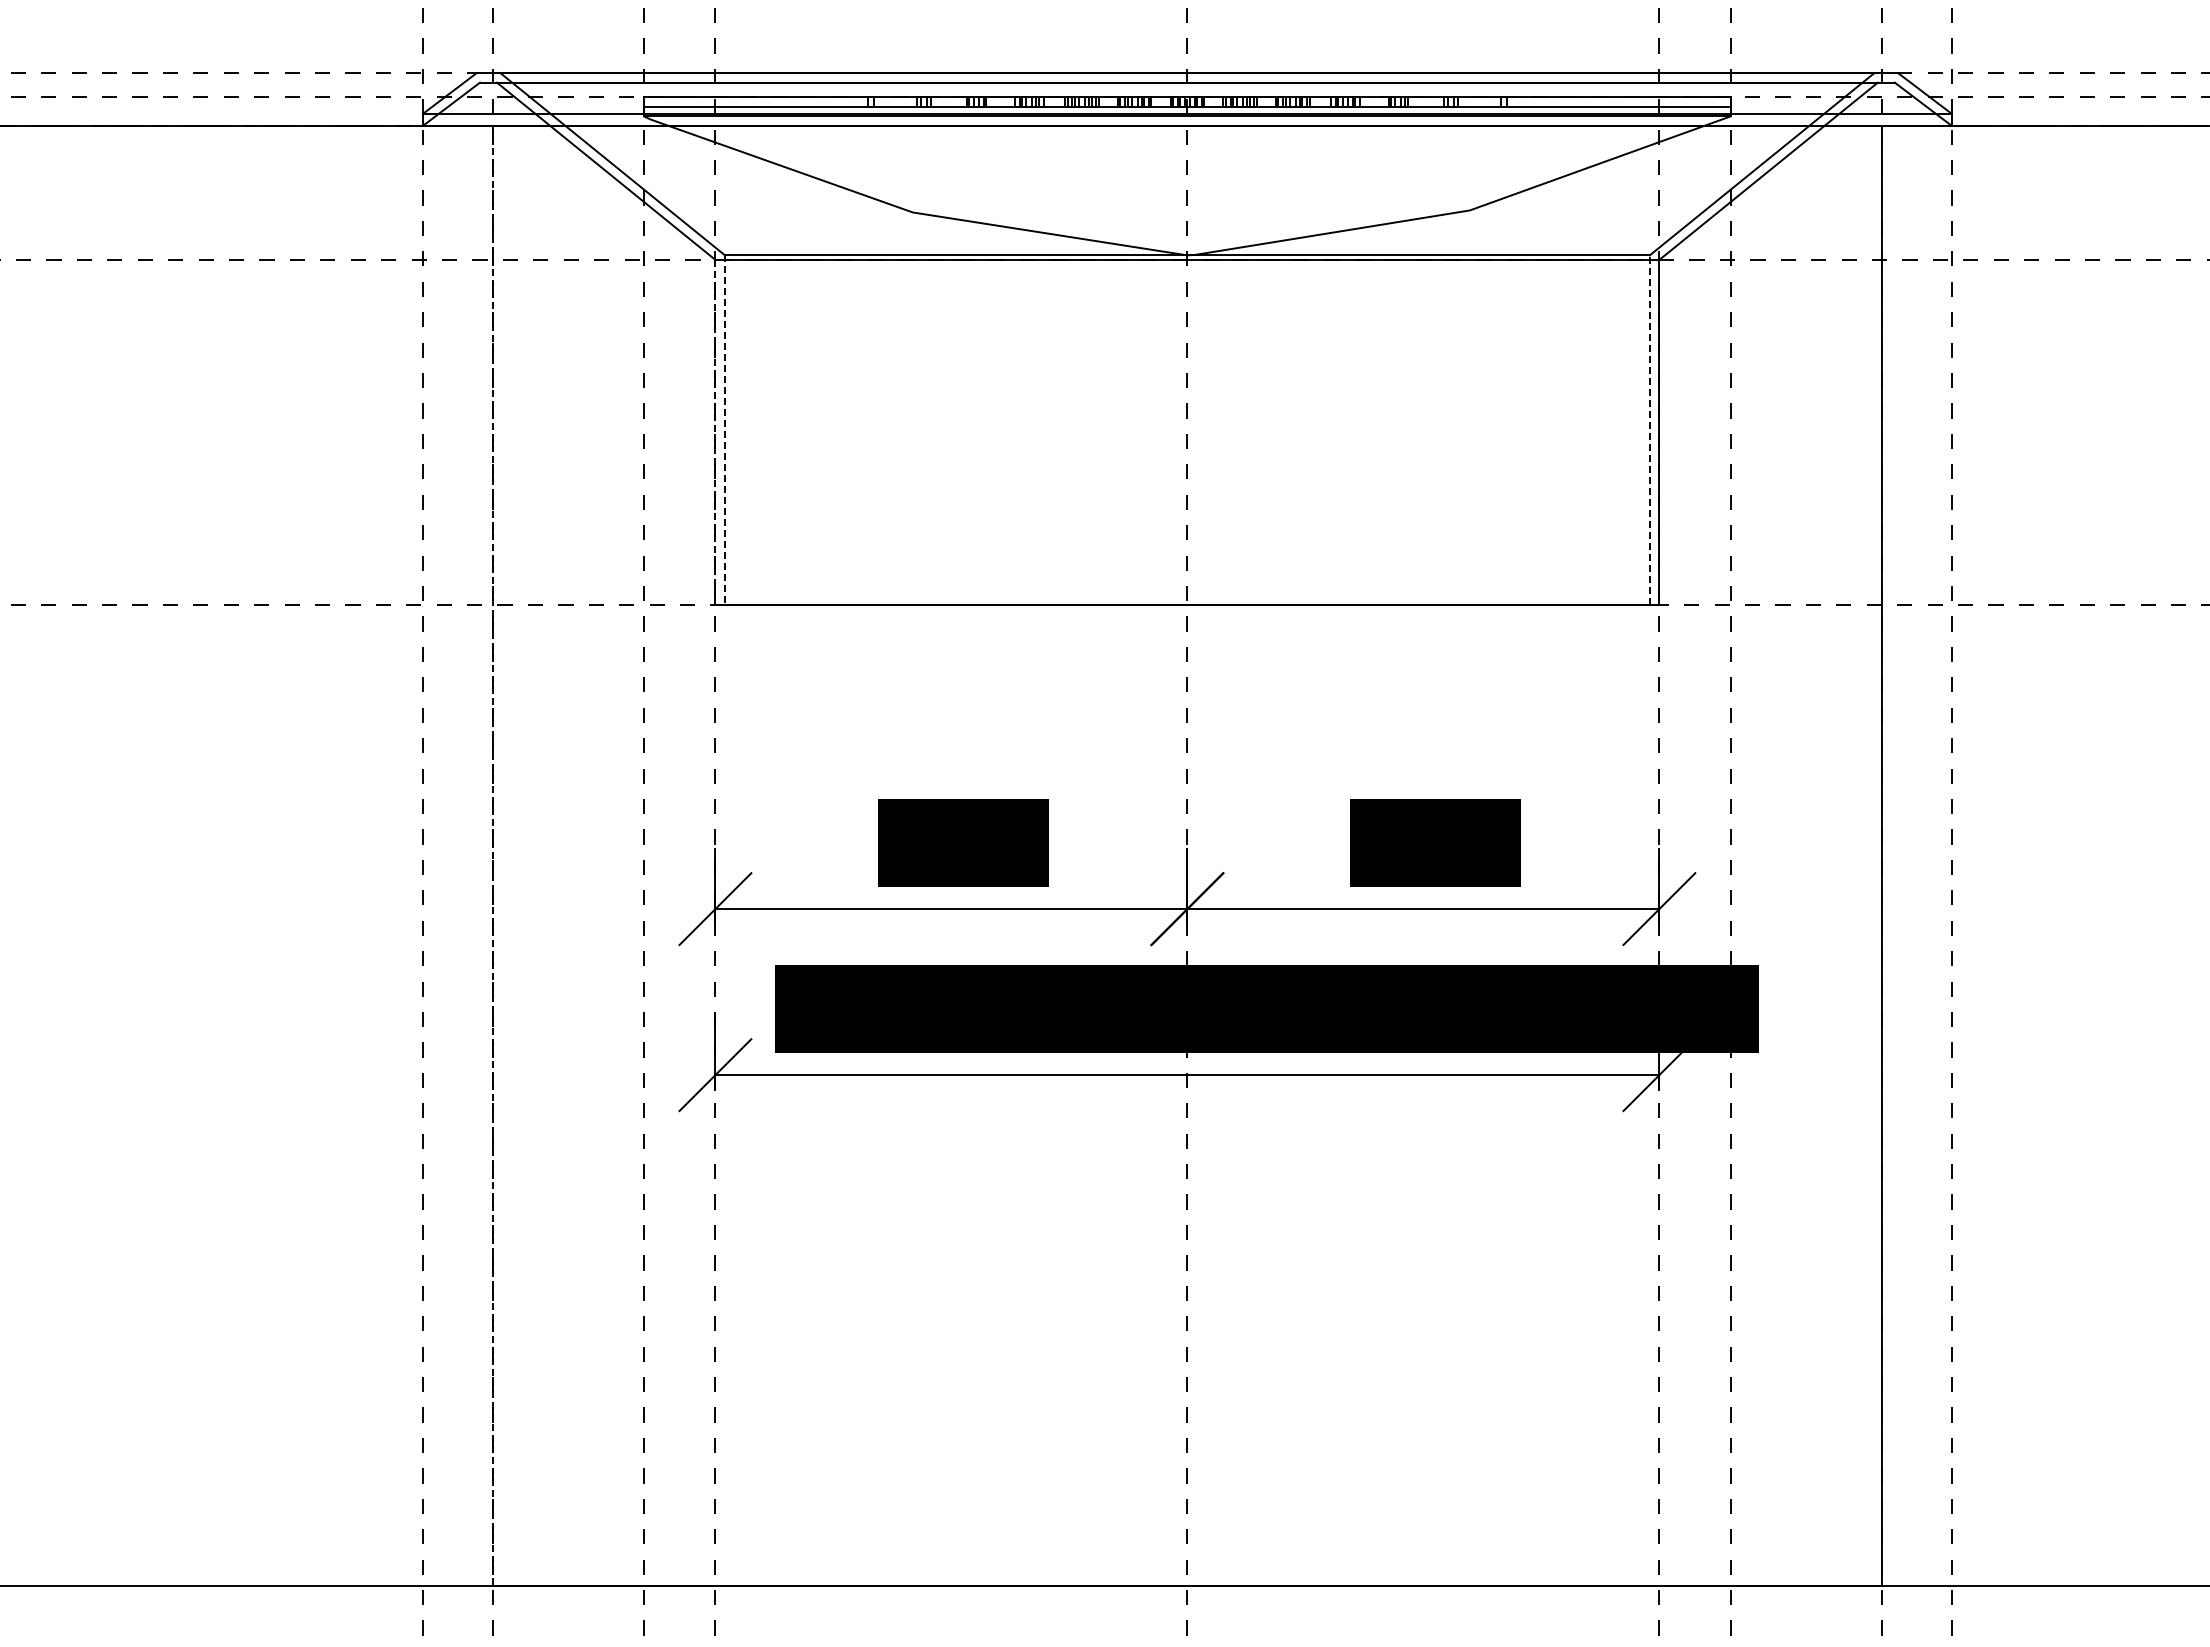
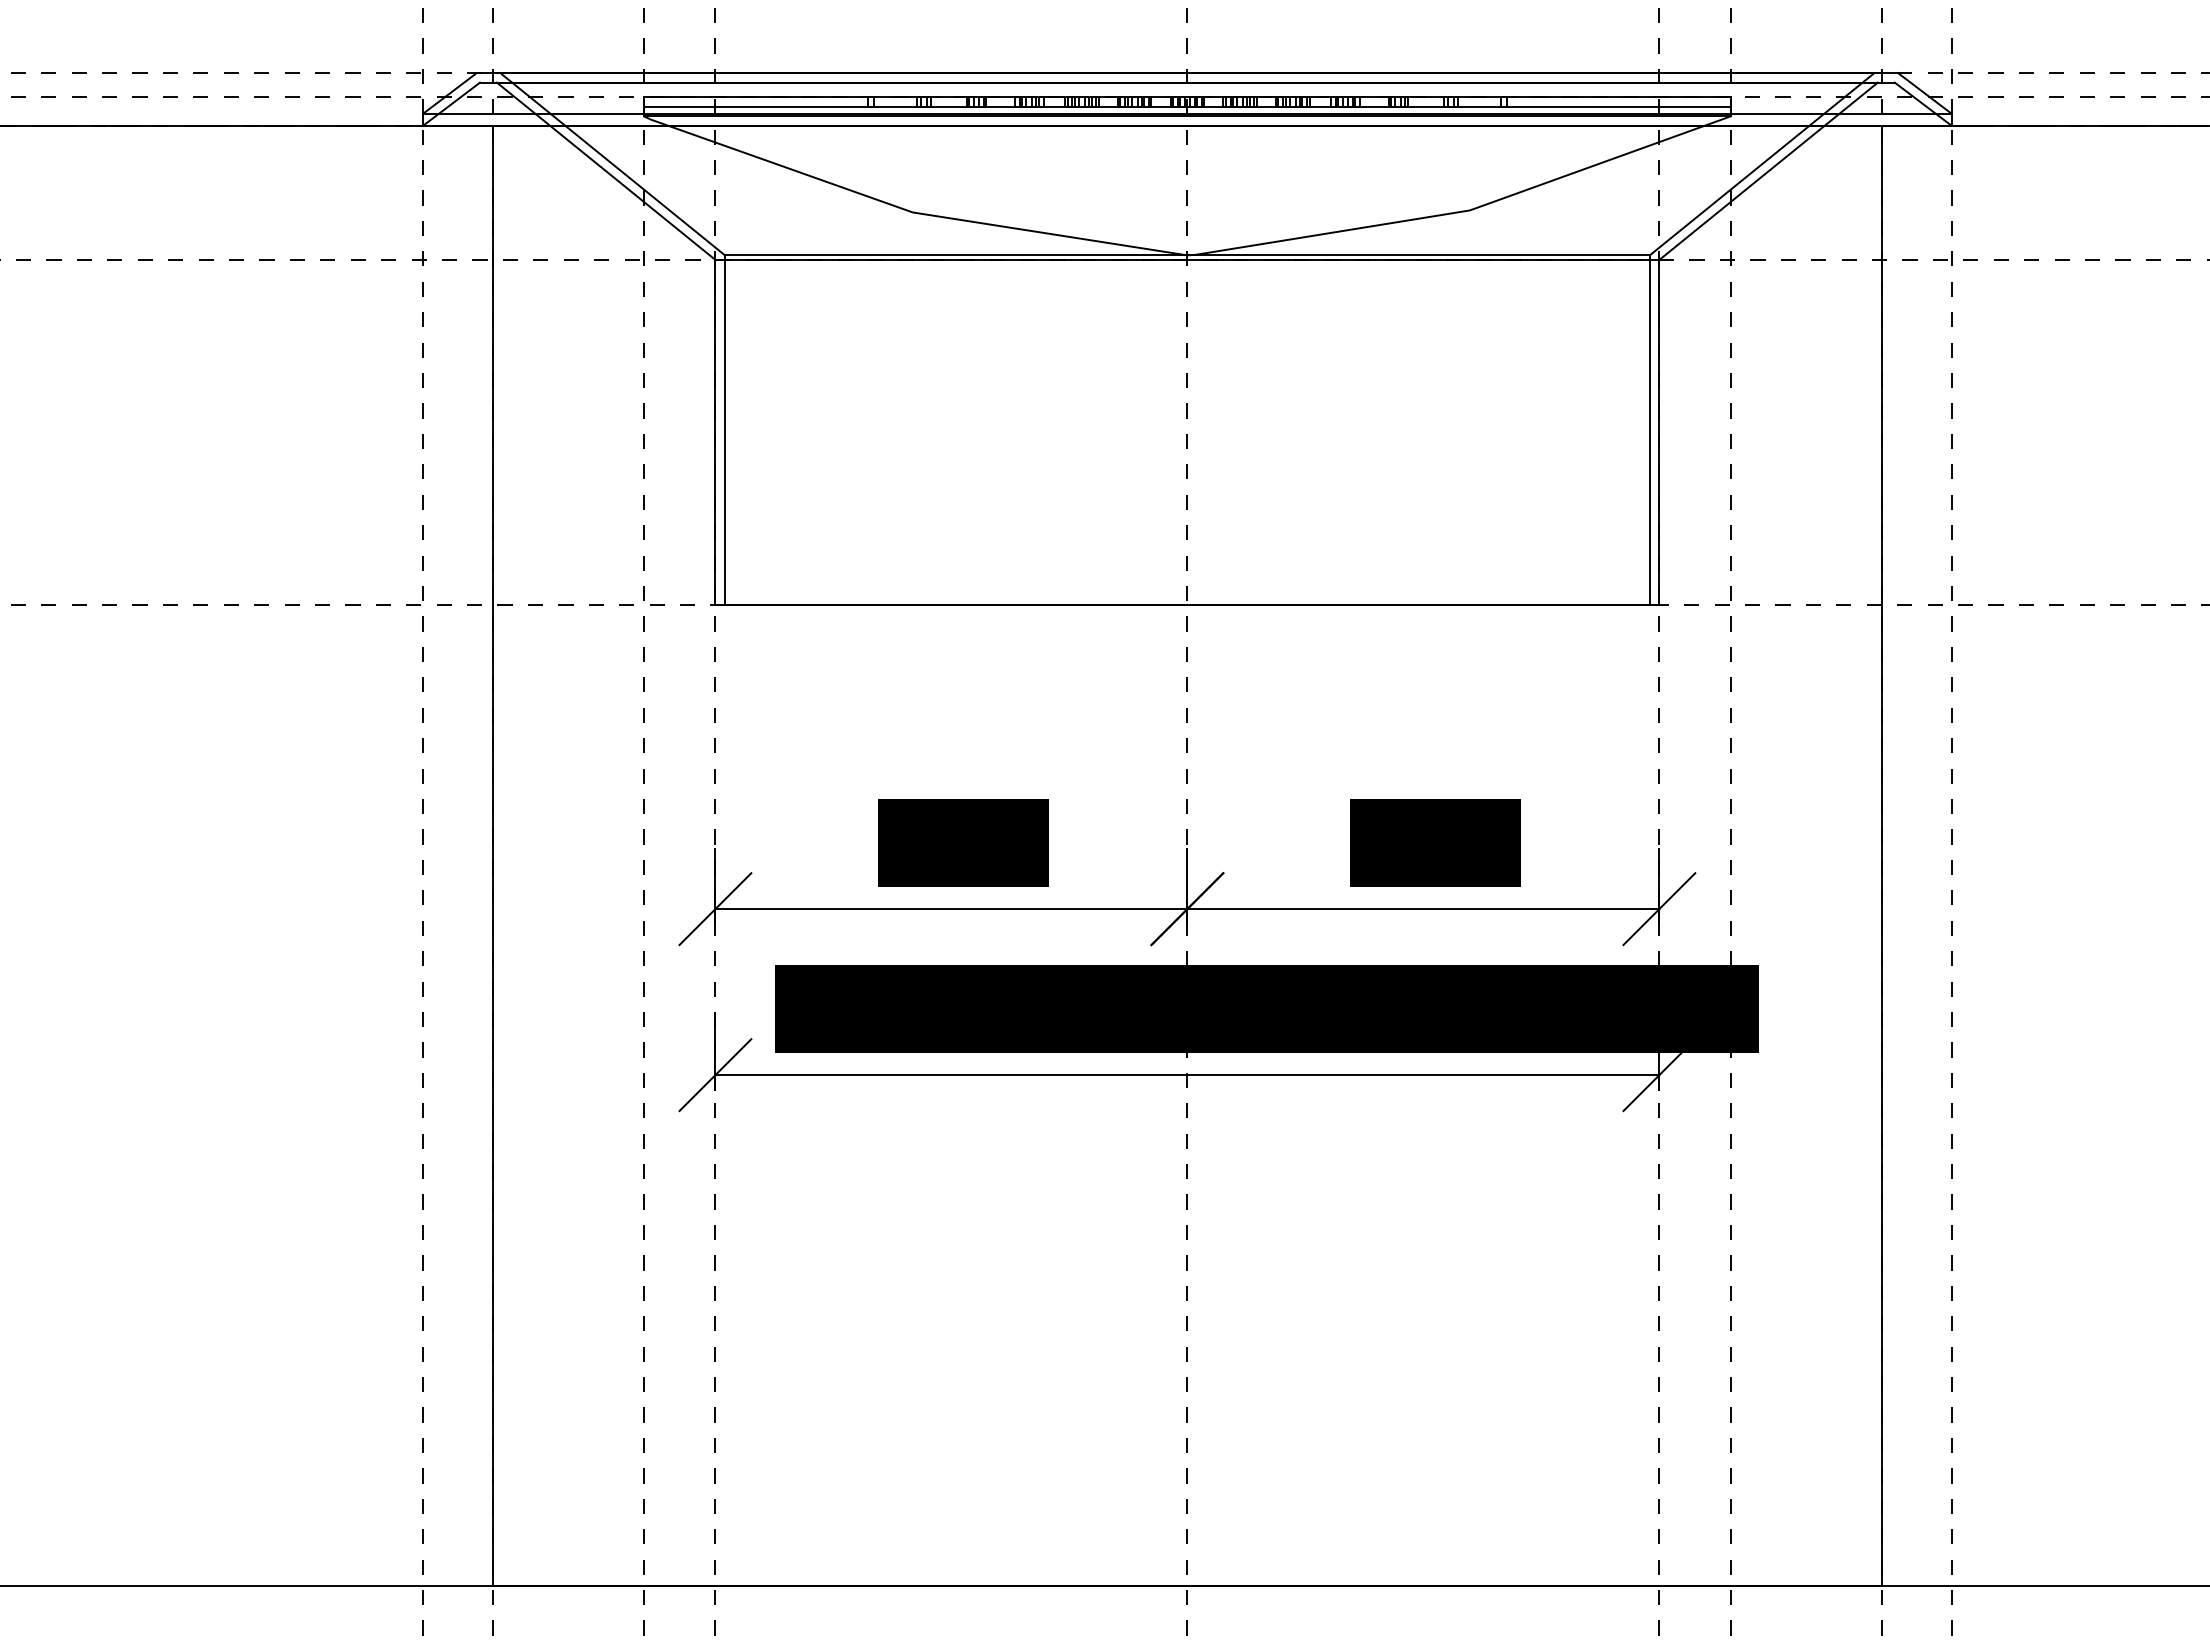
line at (725, 430): dashed -> solid
line at (1649, 430): dashed -> solid
line at (715, 432): dashed -> solid
line at (492, 856): dashed -> solid
